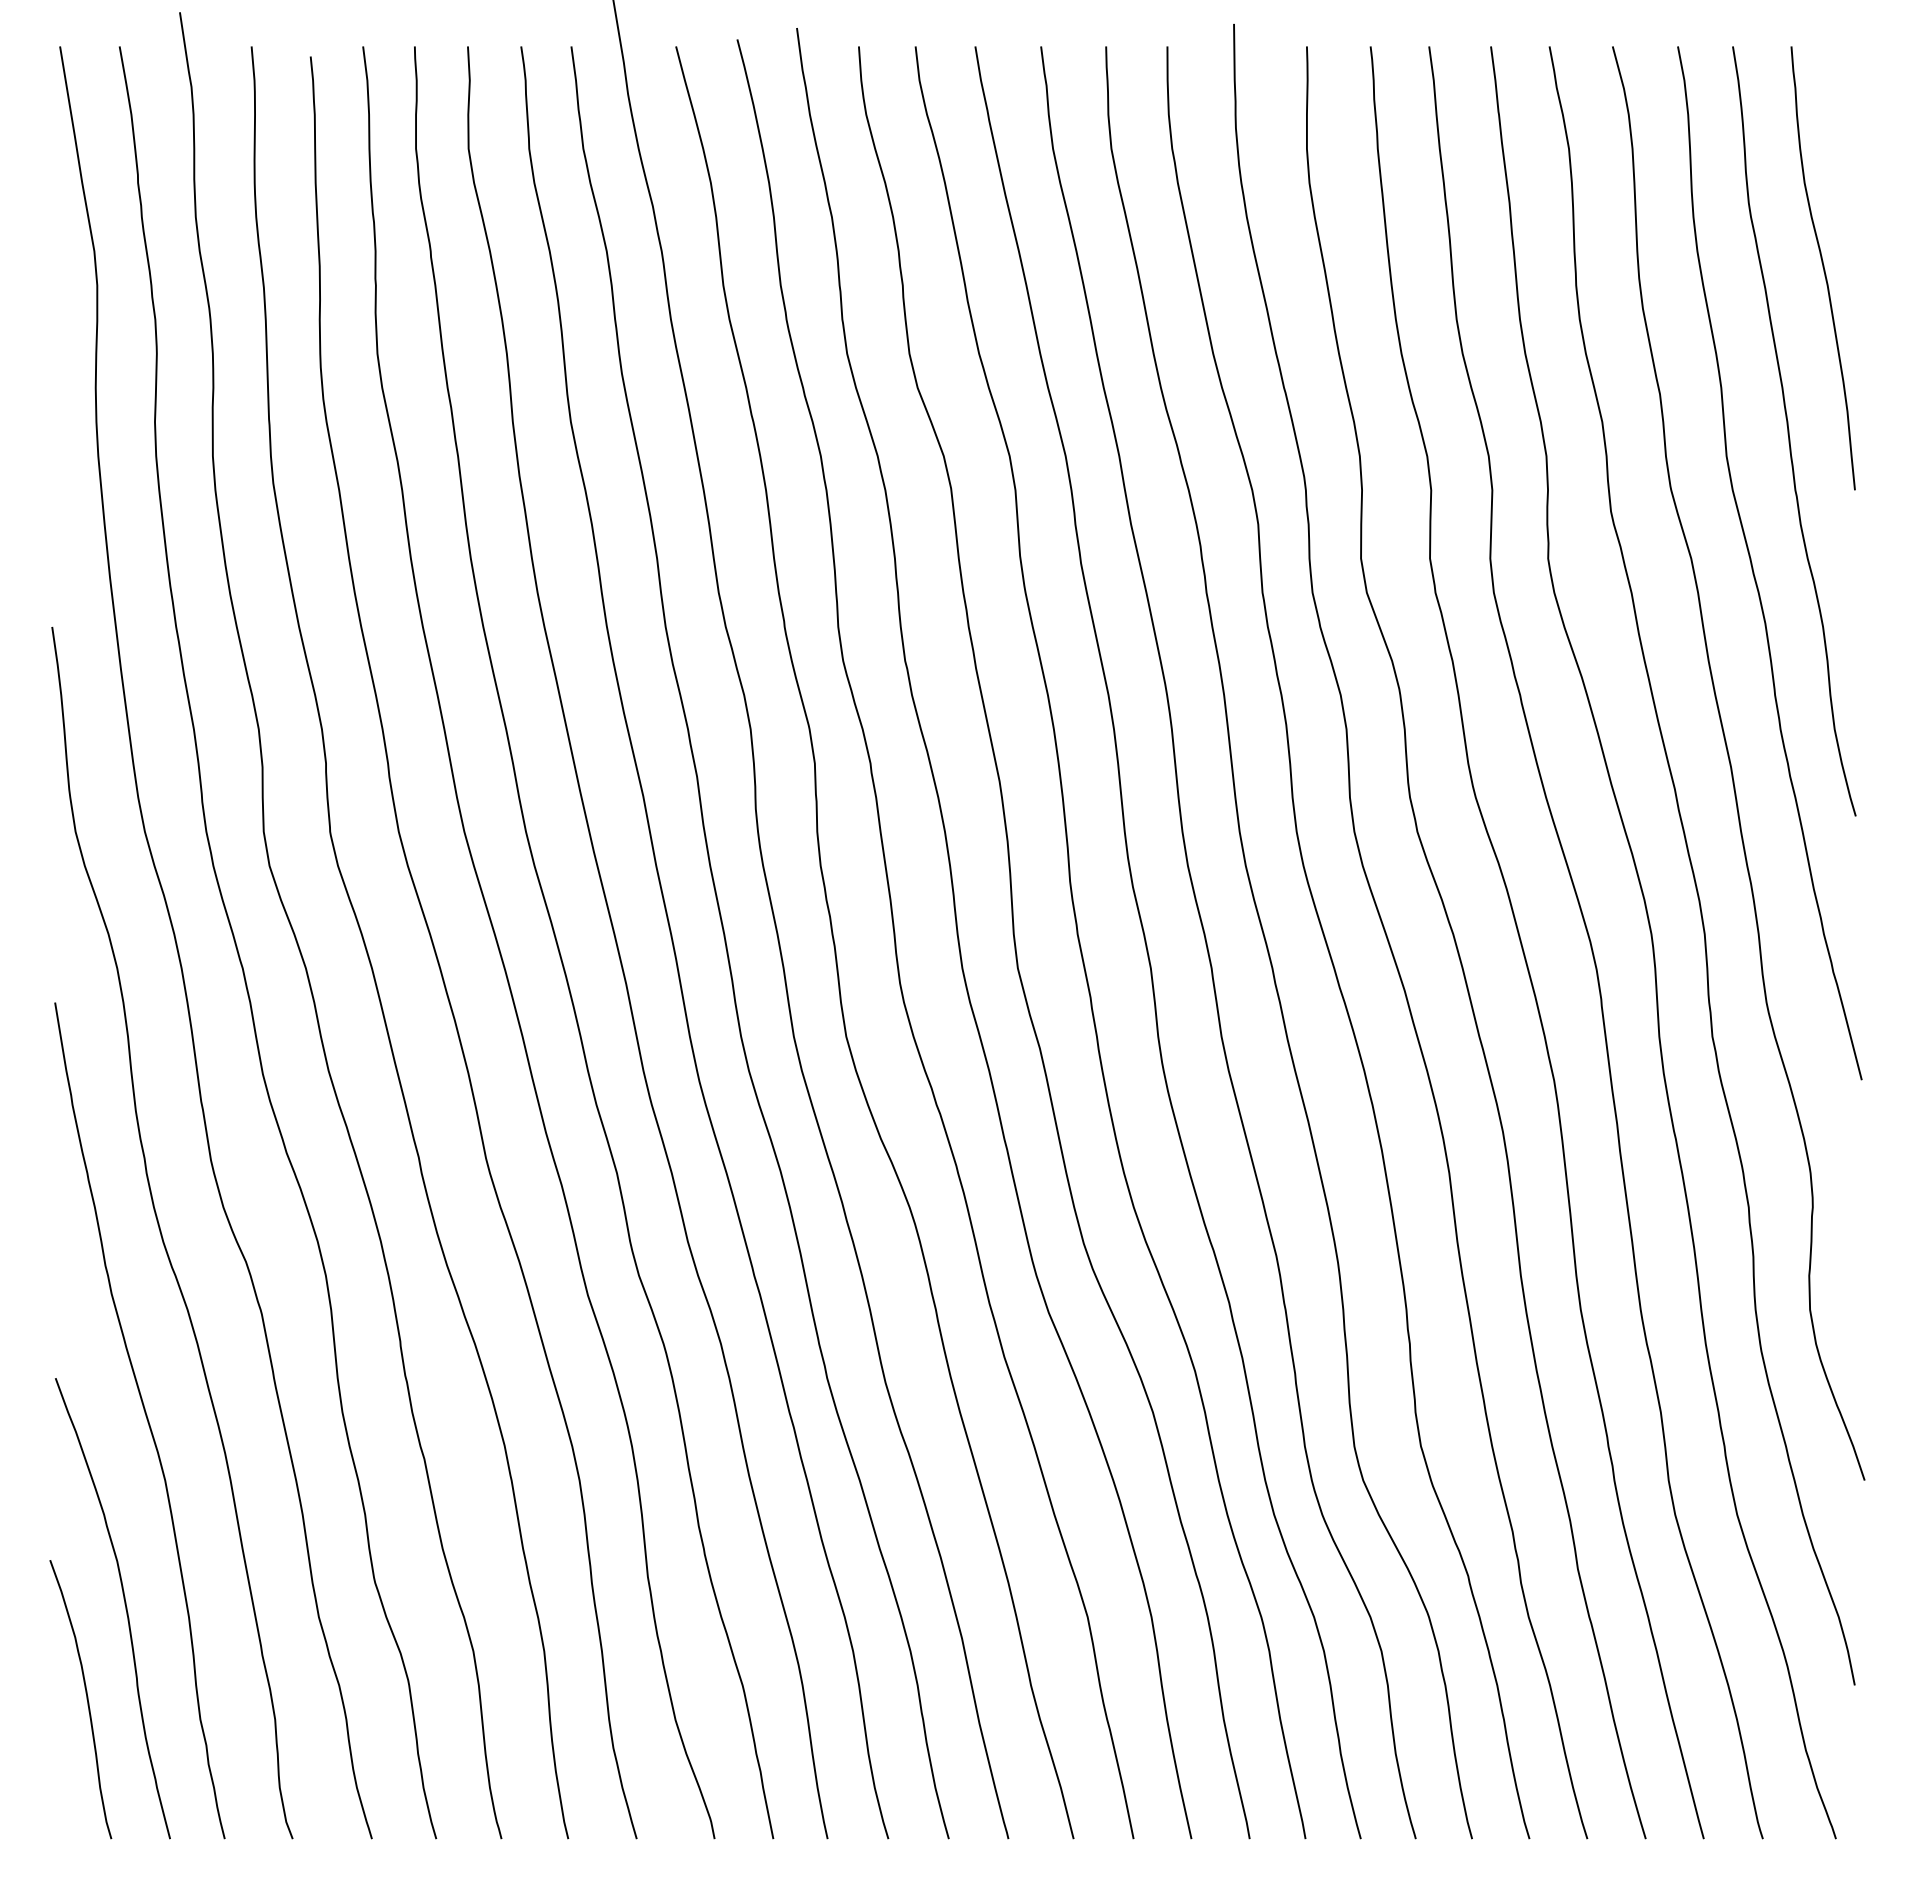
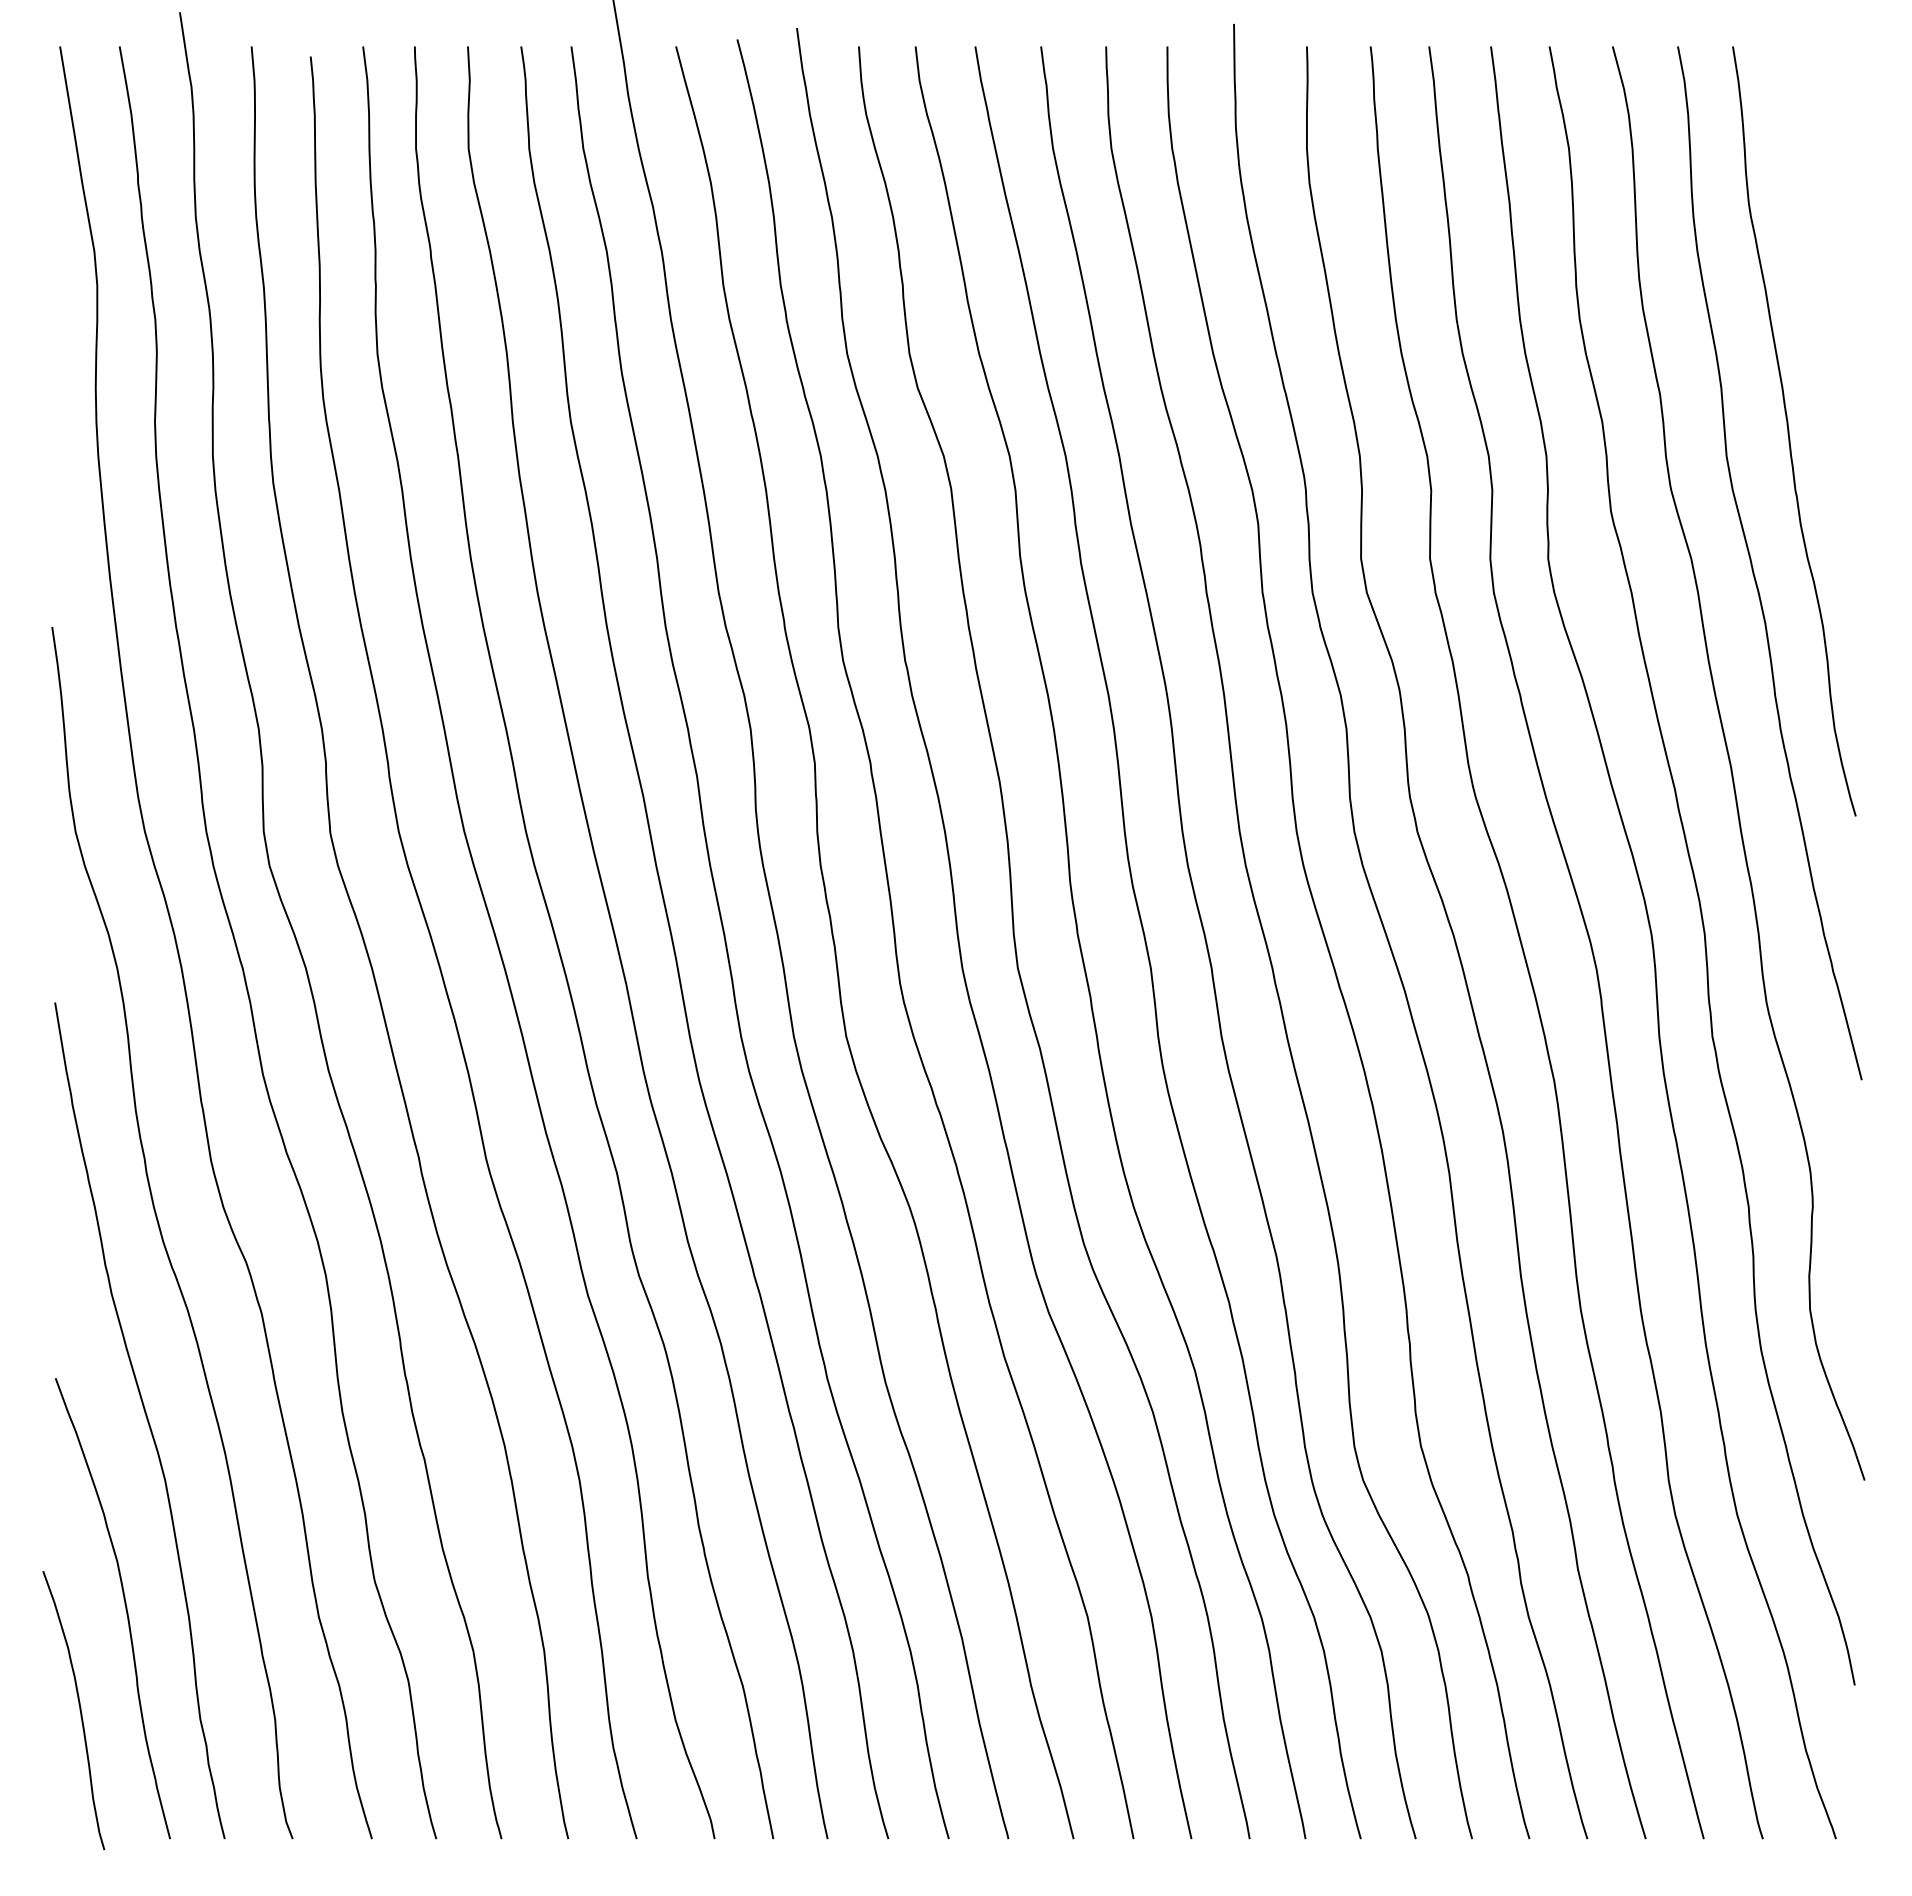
curve at (1822, 267): present -> none
curve at (86, 1699) position: (86, 1699) -> (79, 1710)
